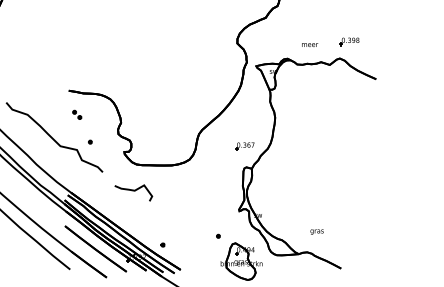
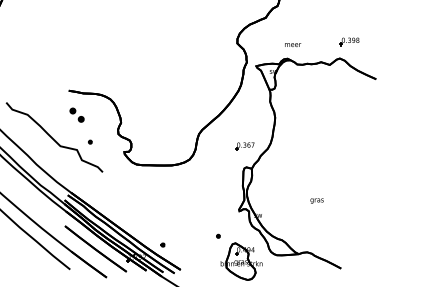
text at (310, 44) position: (310, 44) -> (293, 44)
part at (77, 114) size: 11x11 px -> 16x16 px
curve at (133, 191): present -> none
text at (316, 231) position: (316, 231) -> (316, 200)
